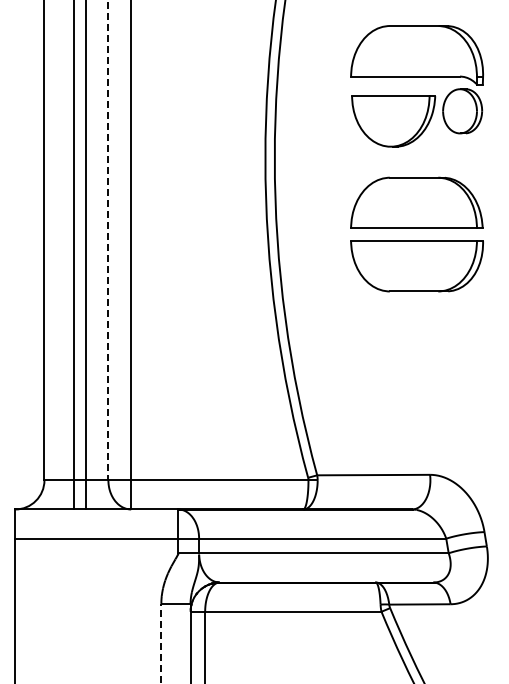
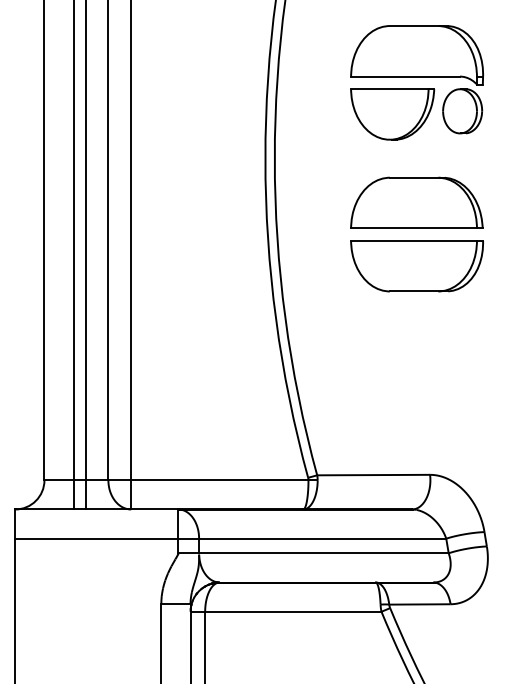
part at (393, 121) position: (393, 121) -> (392, 114)
line at (108, 240): dashed -> solid
line at (161, 643): dashed -> solid
